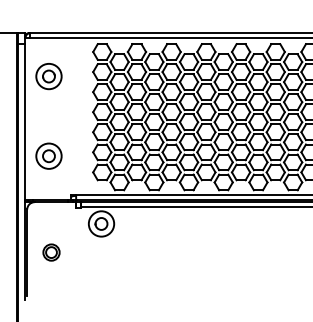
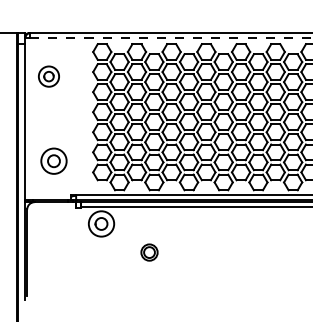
line at (170, 38): solid -> dashed
part at (48, 76) size: 28x28 px -> 22x23 px
part at (48, 155) position: (48, 155) -> (53, 160)
part at (51, 252) position: (51, 252) -> (149, 252)
